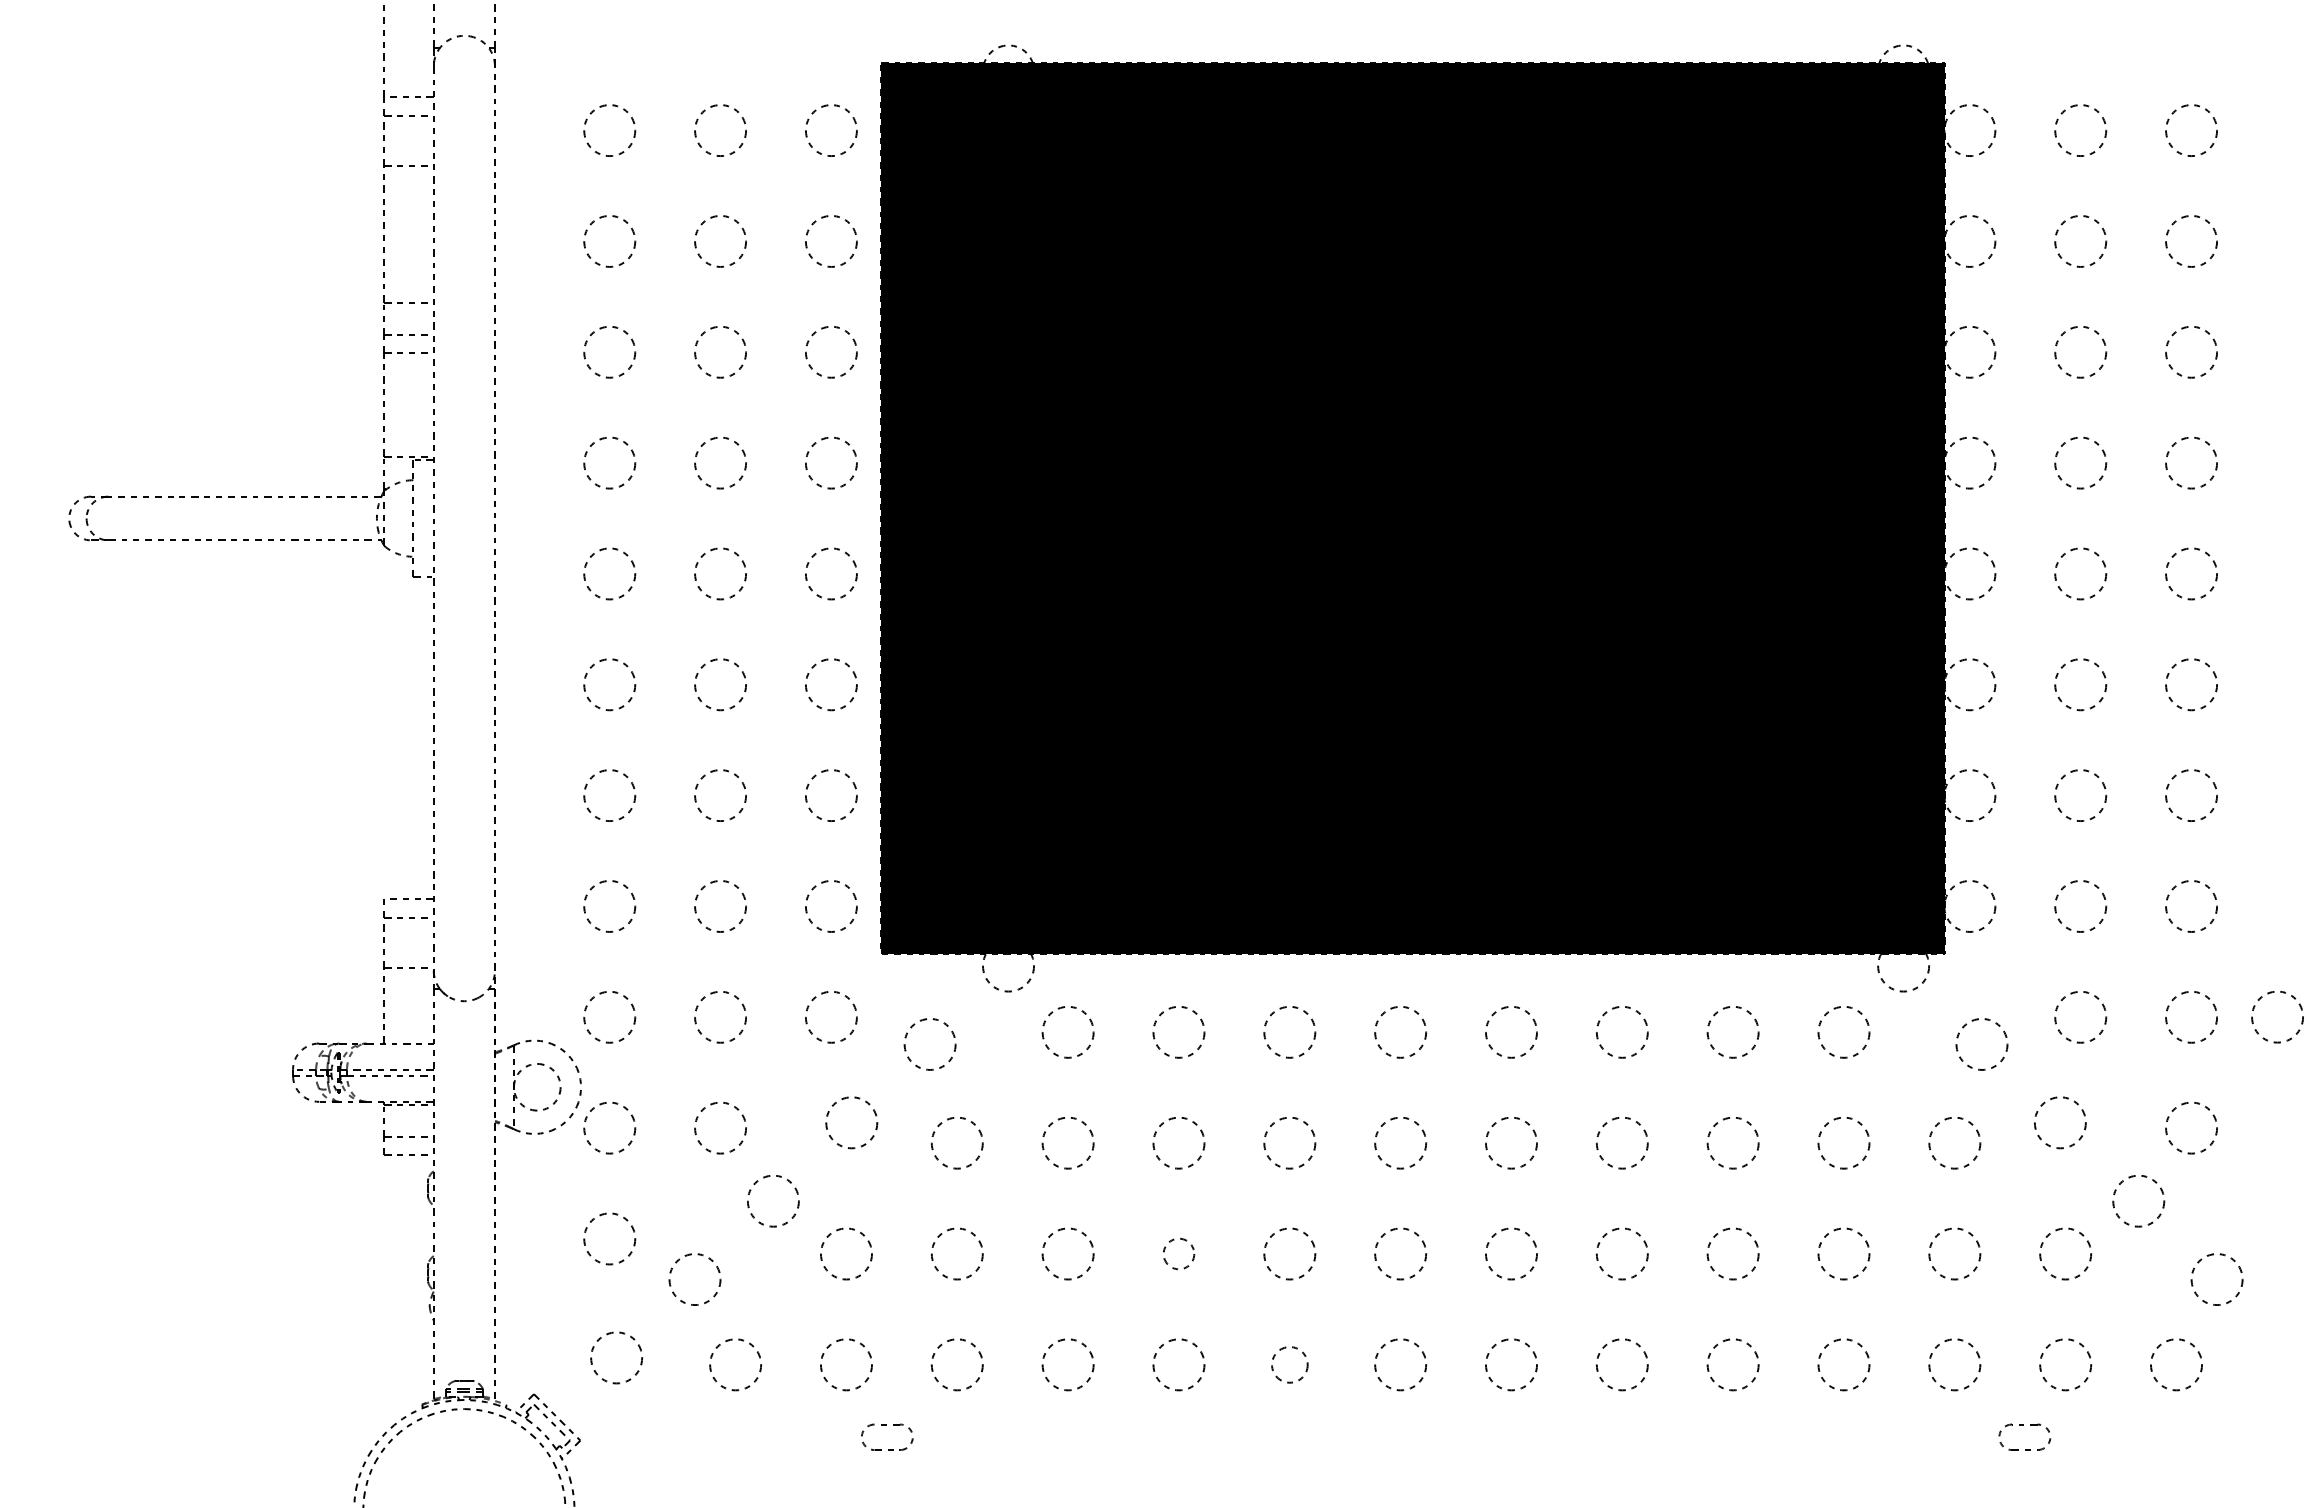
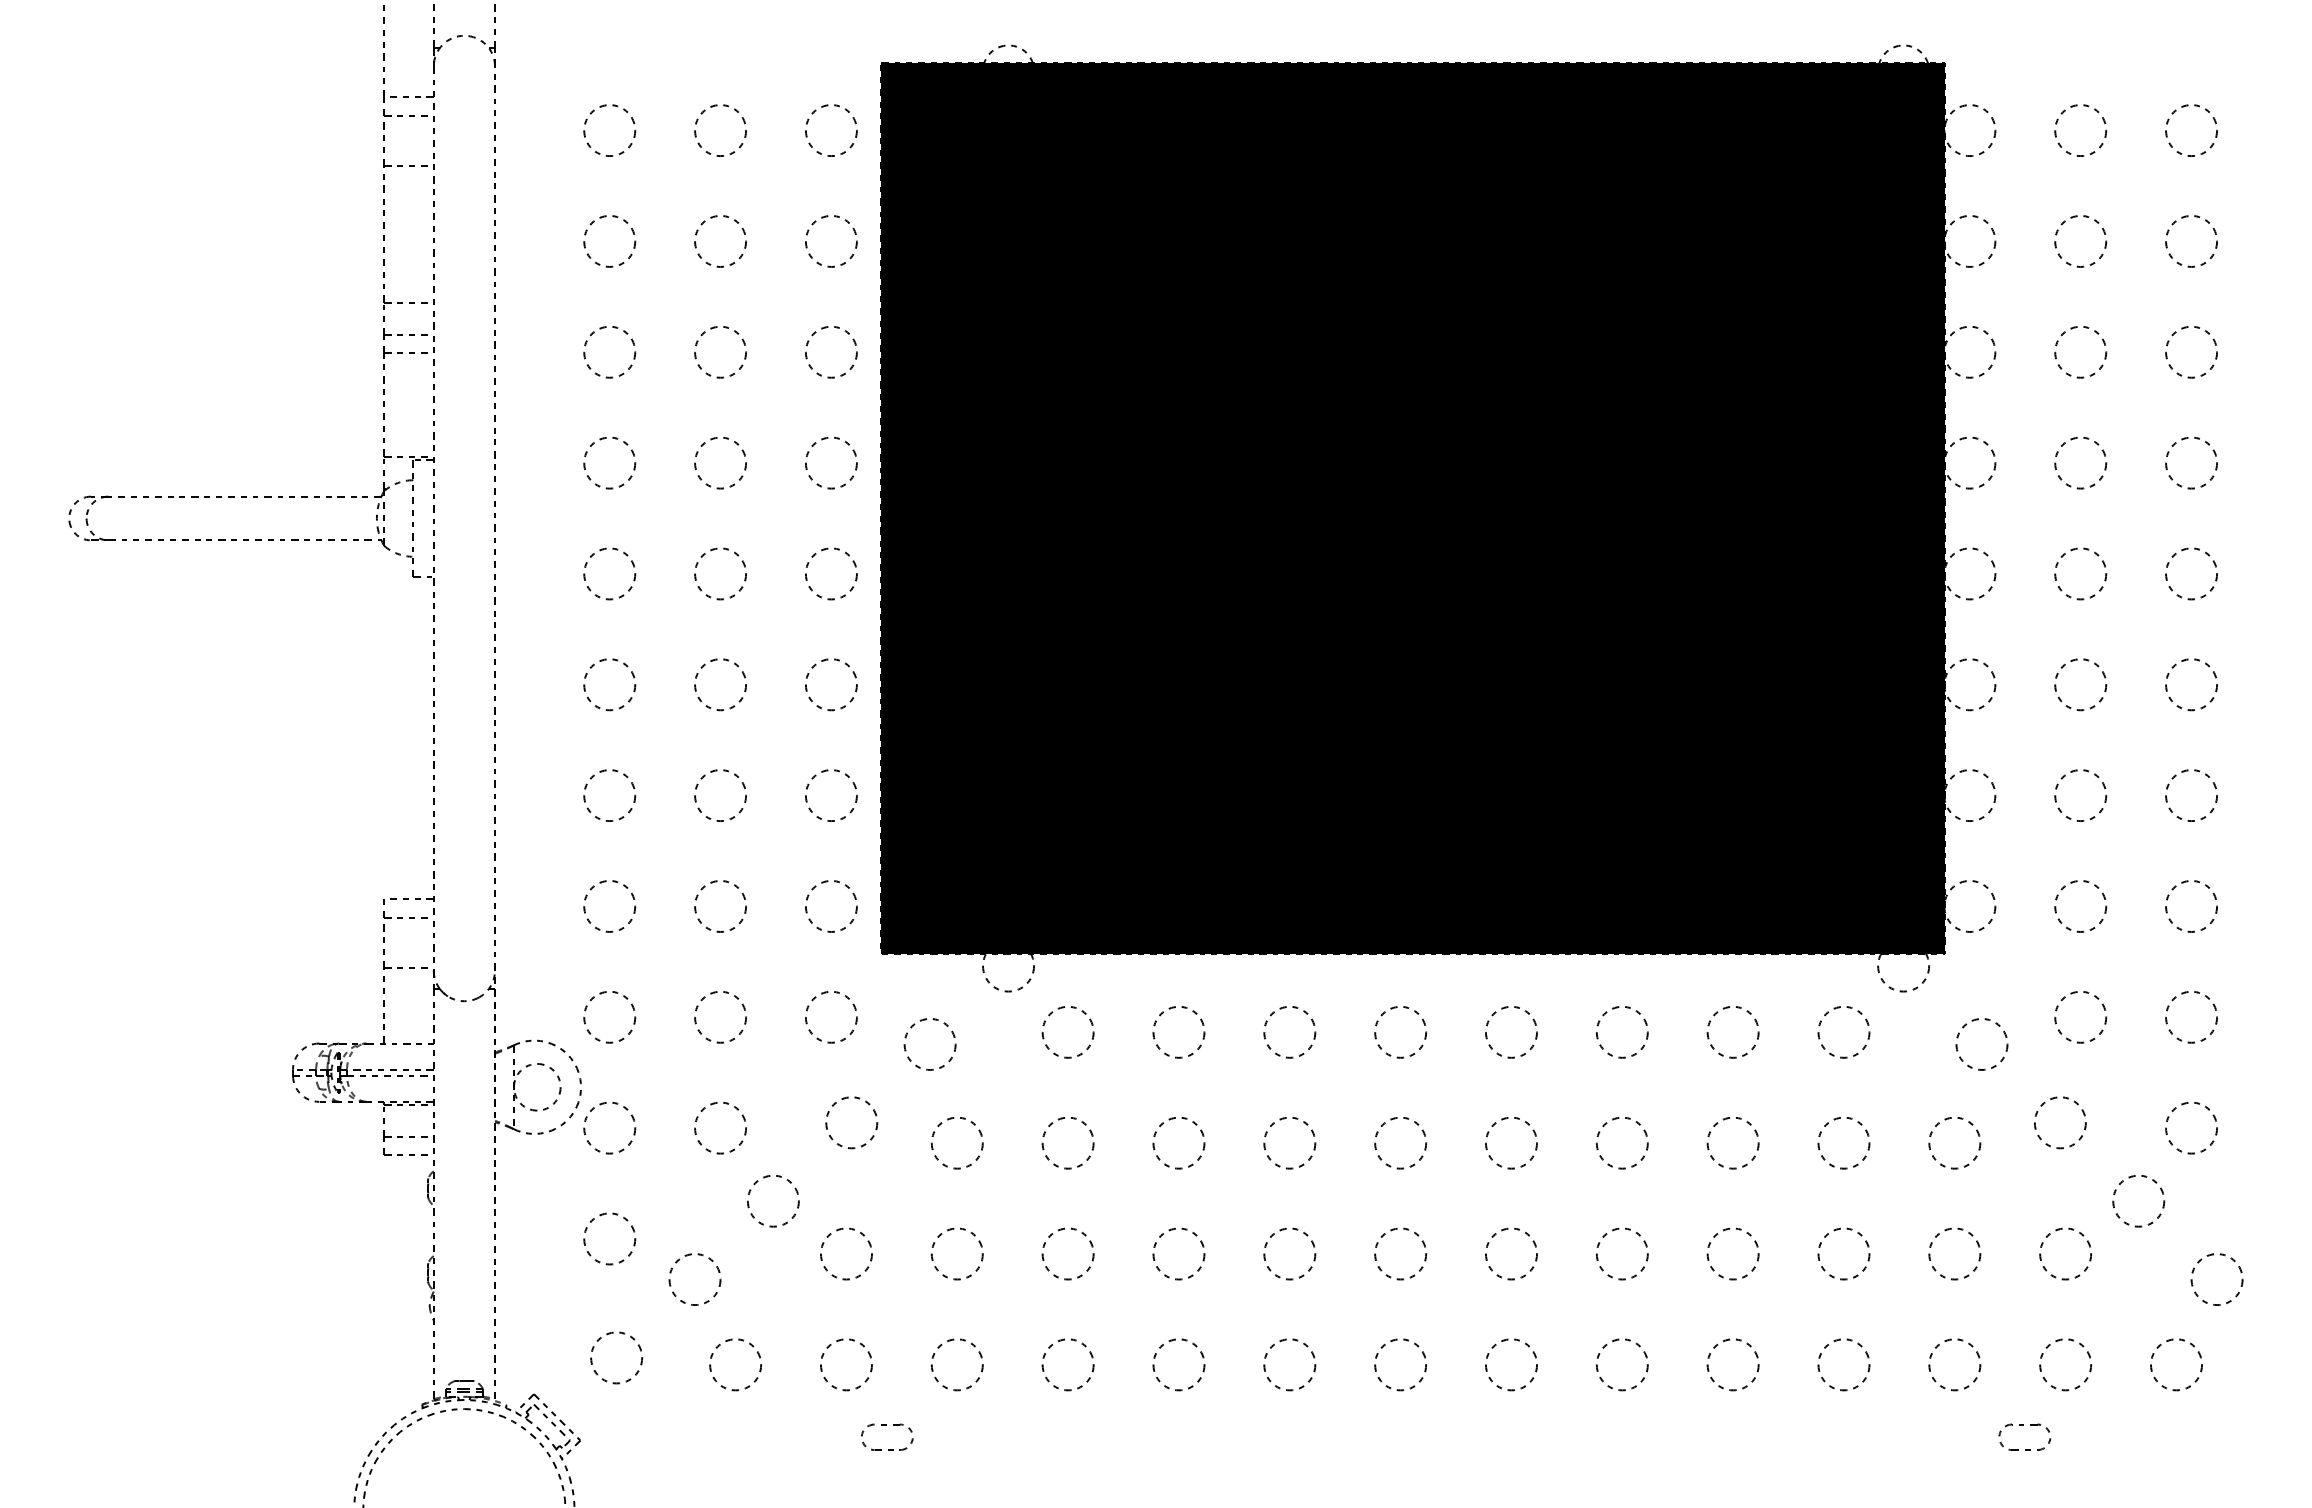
circle at (2277, 1017): present -> none
circle at (1179, 1253) size: 33x34 px -> 54x54 px
circle at (1289, 1364) size: 38x38 px -> 54x54 px
